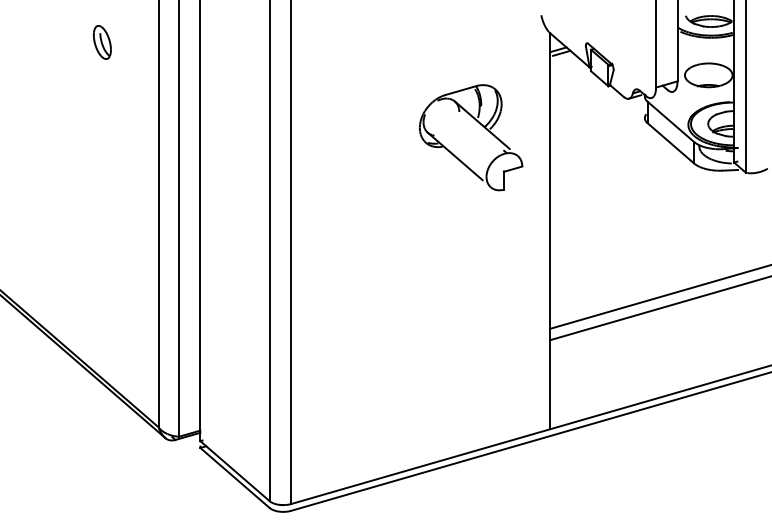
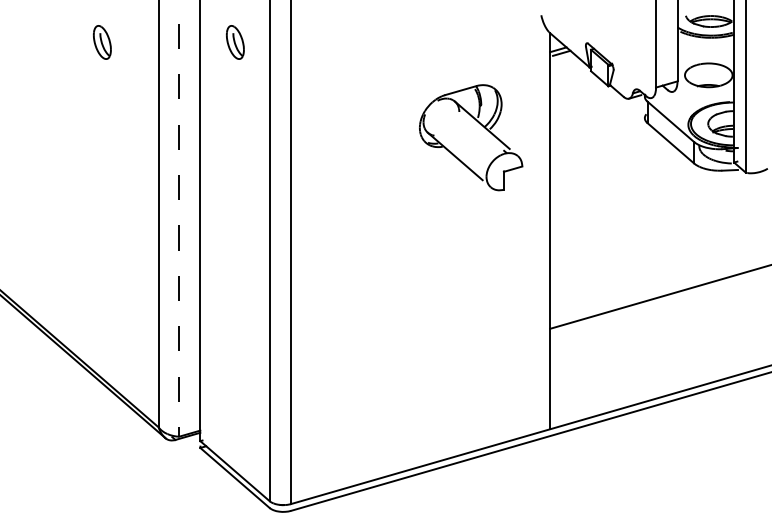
part at (235, 42): none -> present
line at (179, 218): solid -> dashed
line at (659, 308): present -> none
